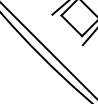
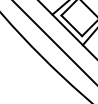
line at (67, 29): none -> present
line at (48, 50) position: (48, 50) -> (54, 42)
